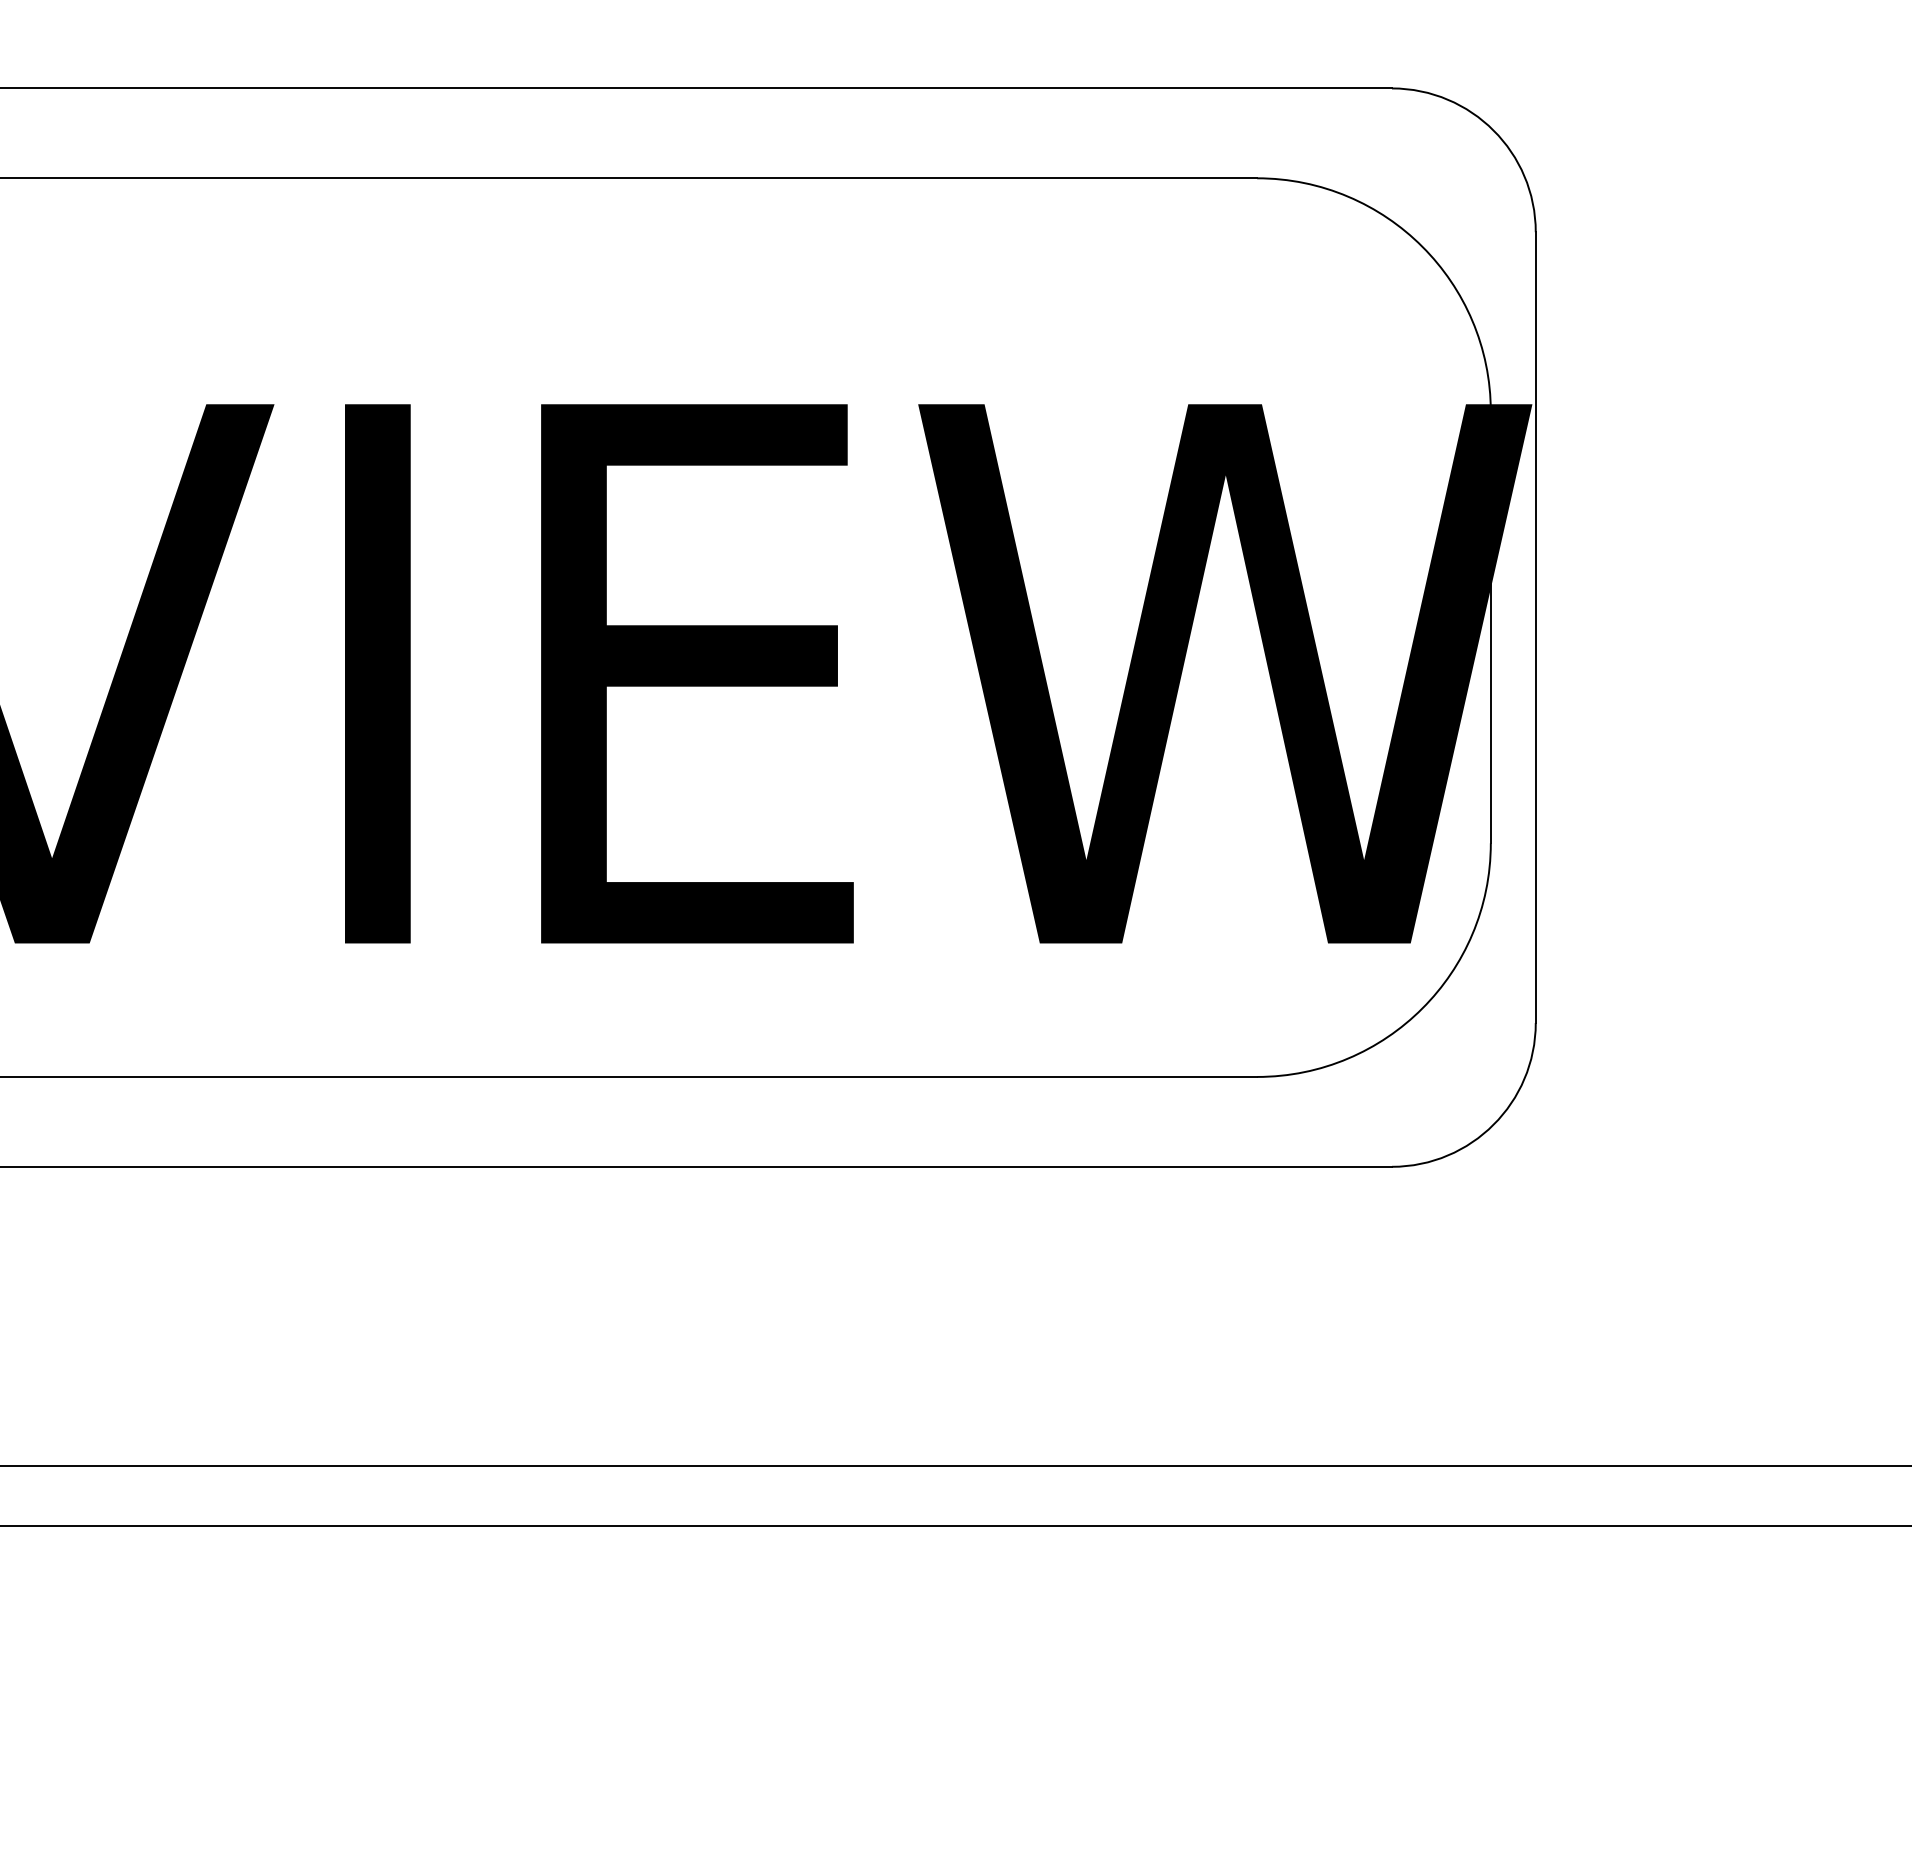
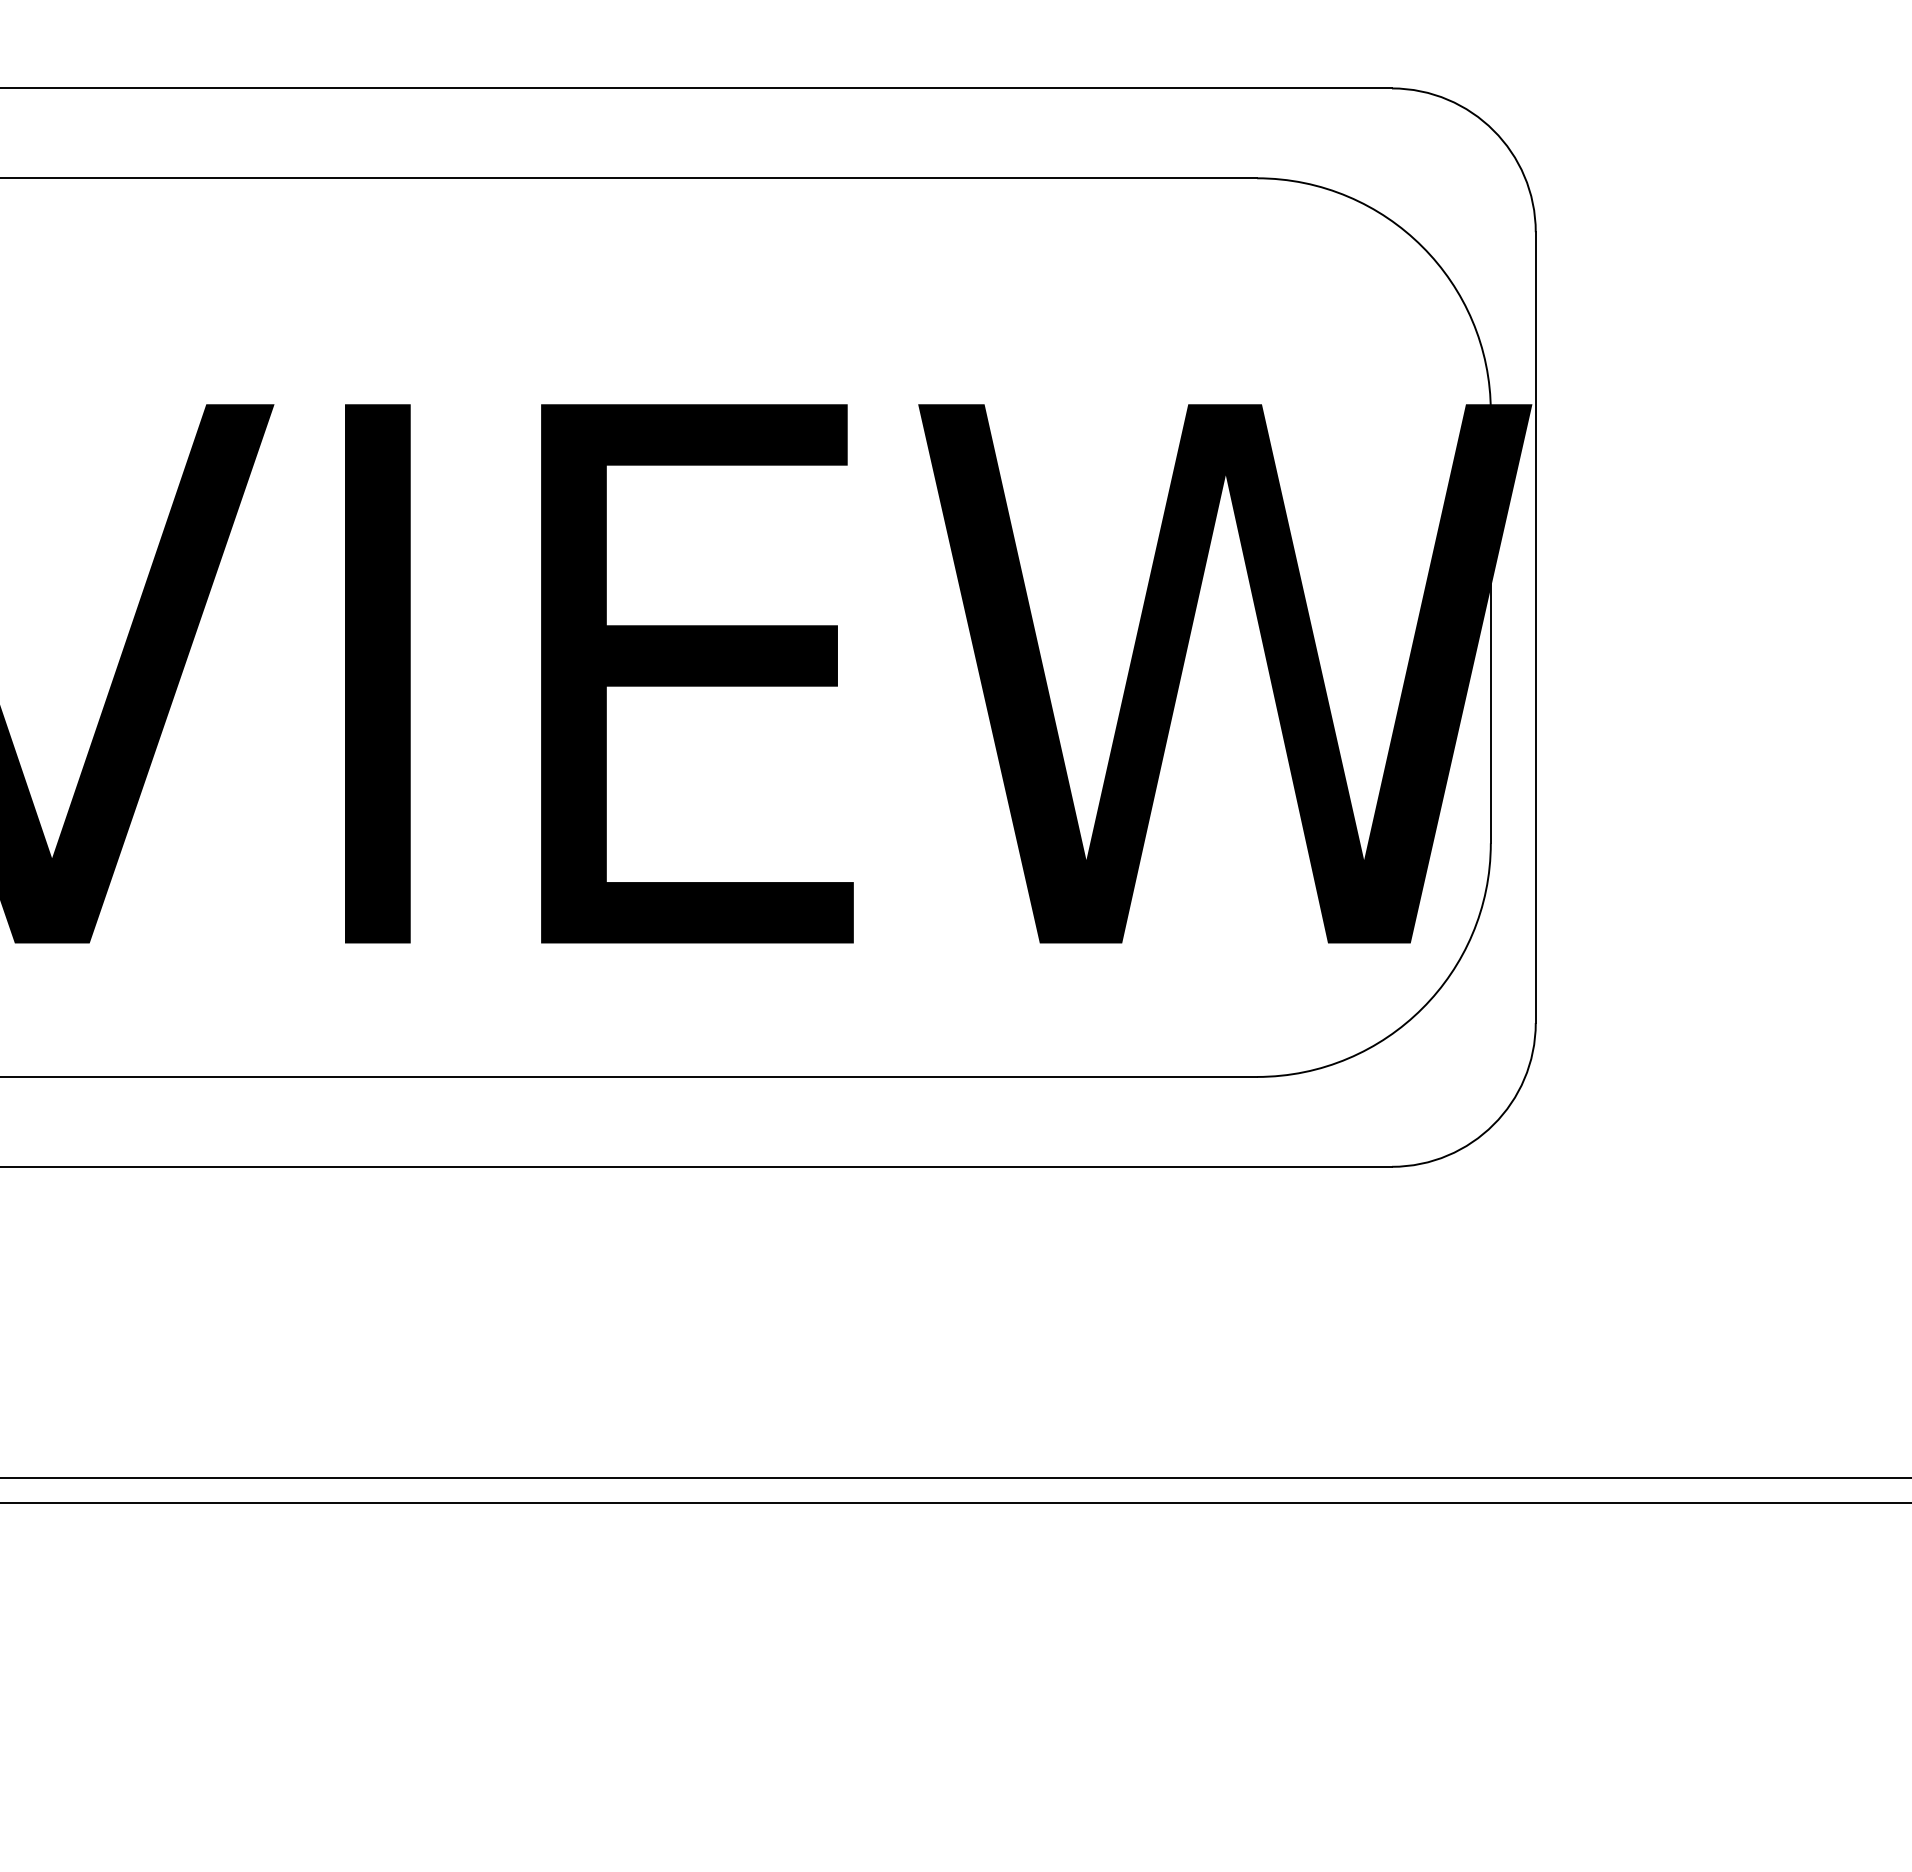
line at (955, 1466) position: (955, 1466) -> (955, 1478)
line at (955, 1526) position: (955, 1526) -> (955, 1503)
